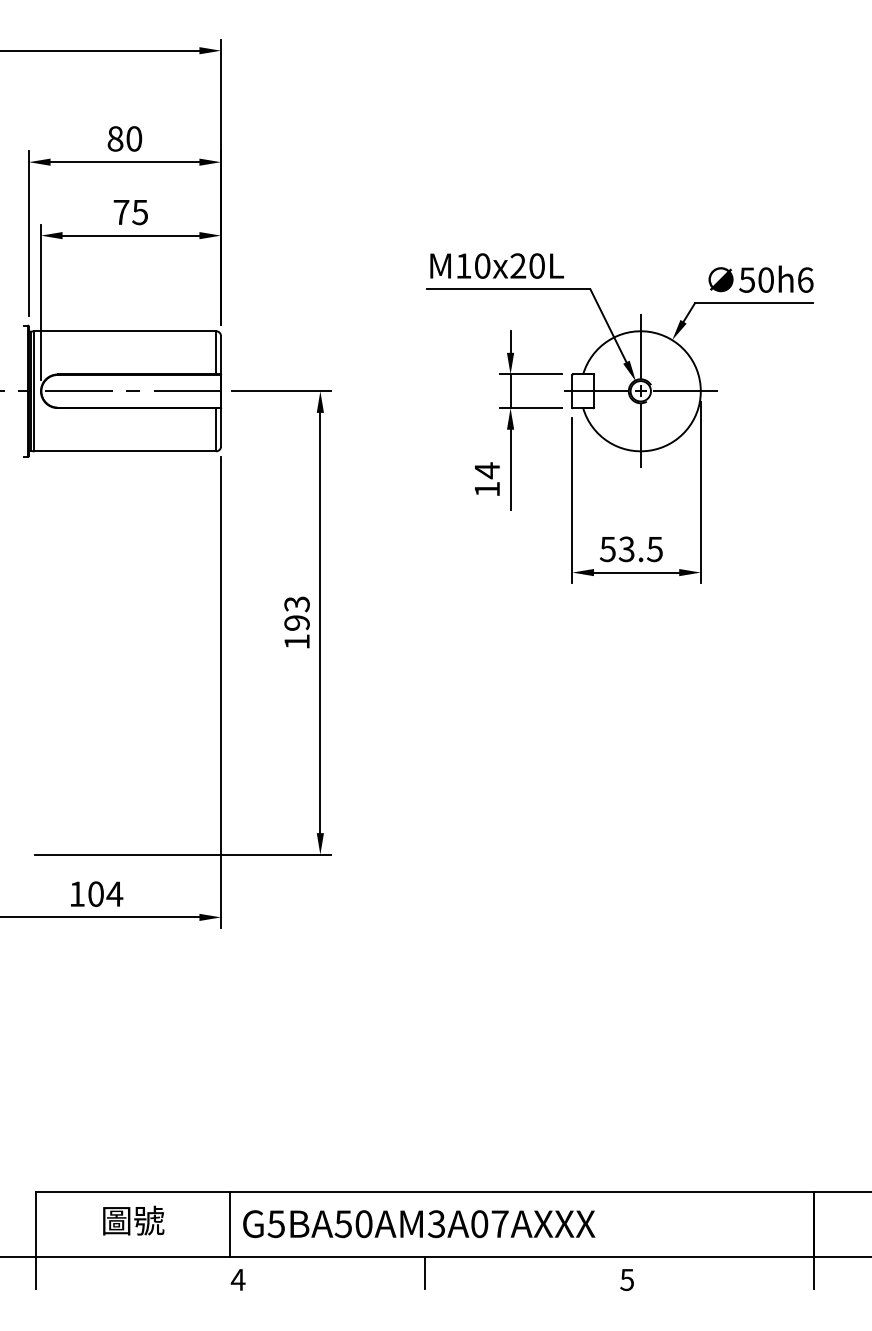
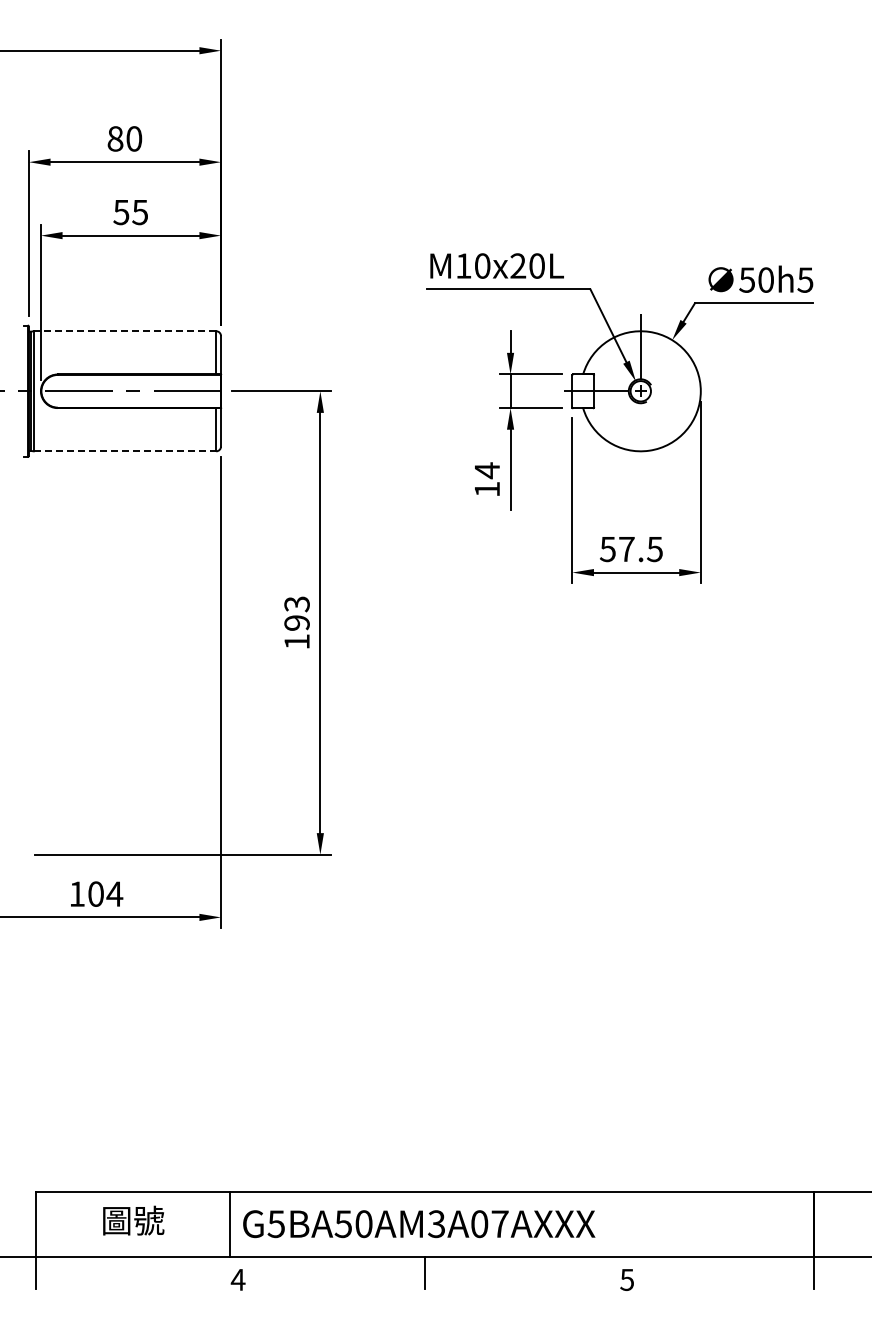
text at (121, 212): 75 -> 55
text at (805, 279): 50h6 -> 50h5
line at (124, 331): solid -> dashed
line at (684, 391): present -> none
line at (640, 435): present -> none
line at (125, 451): solid -> dashed
text at (626, 549): 53.5 -> 57.5
